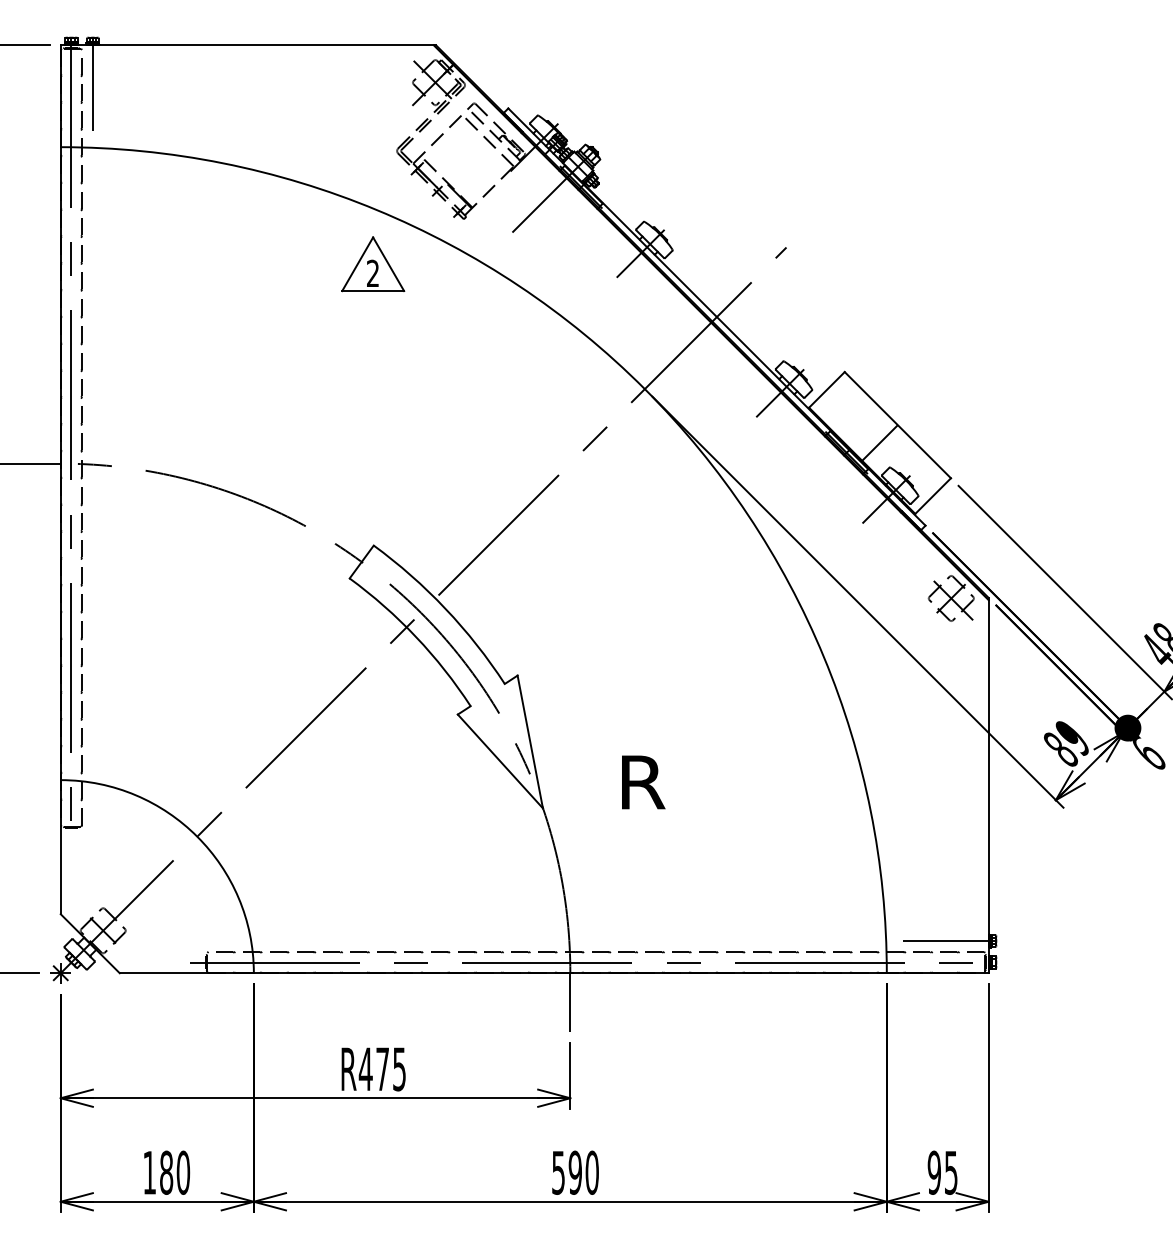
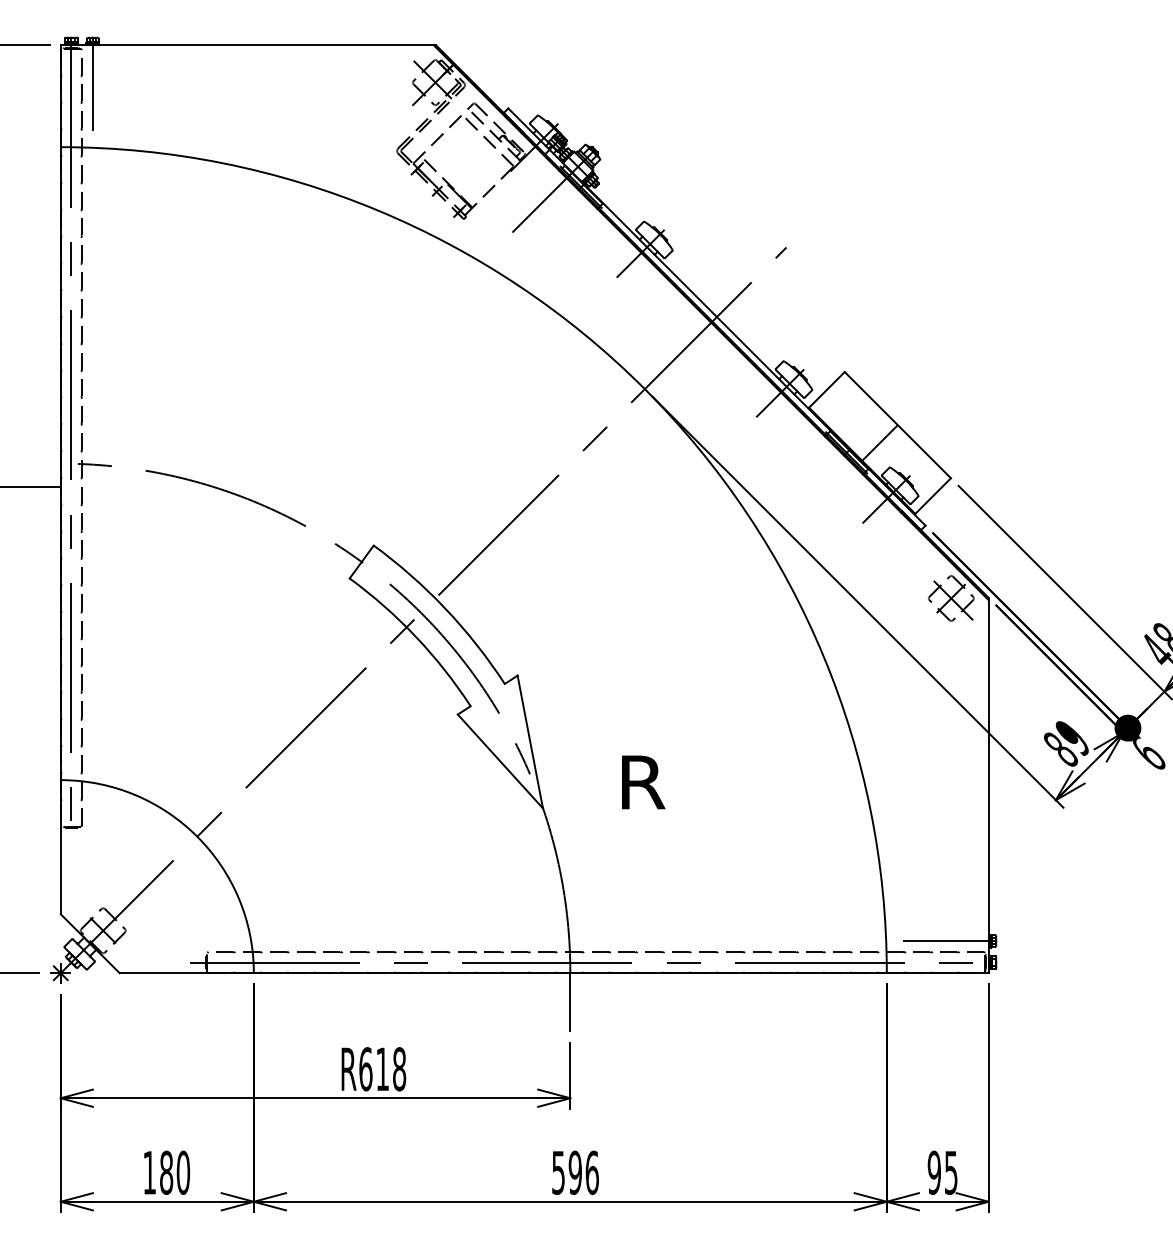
part at (373, 264): present -> none
line at (31, 463) position: (31, 463) -> (31, 486)
text at (382, 1069): R475 -> R618
text at (591, 1172): 590 -> 596
